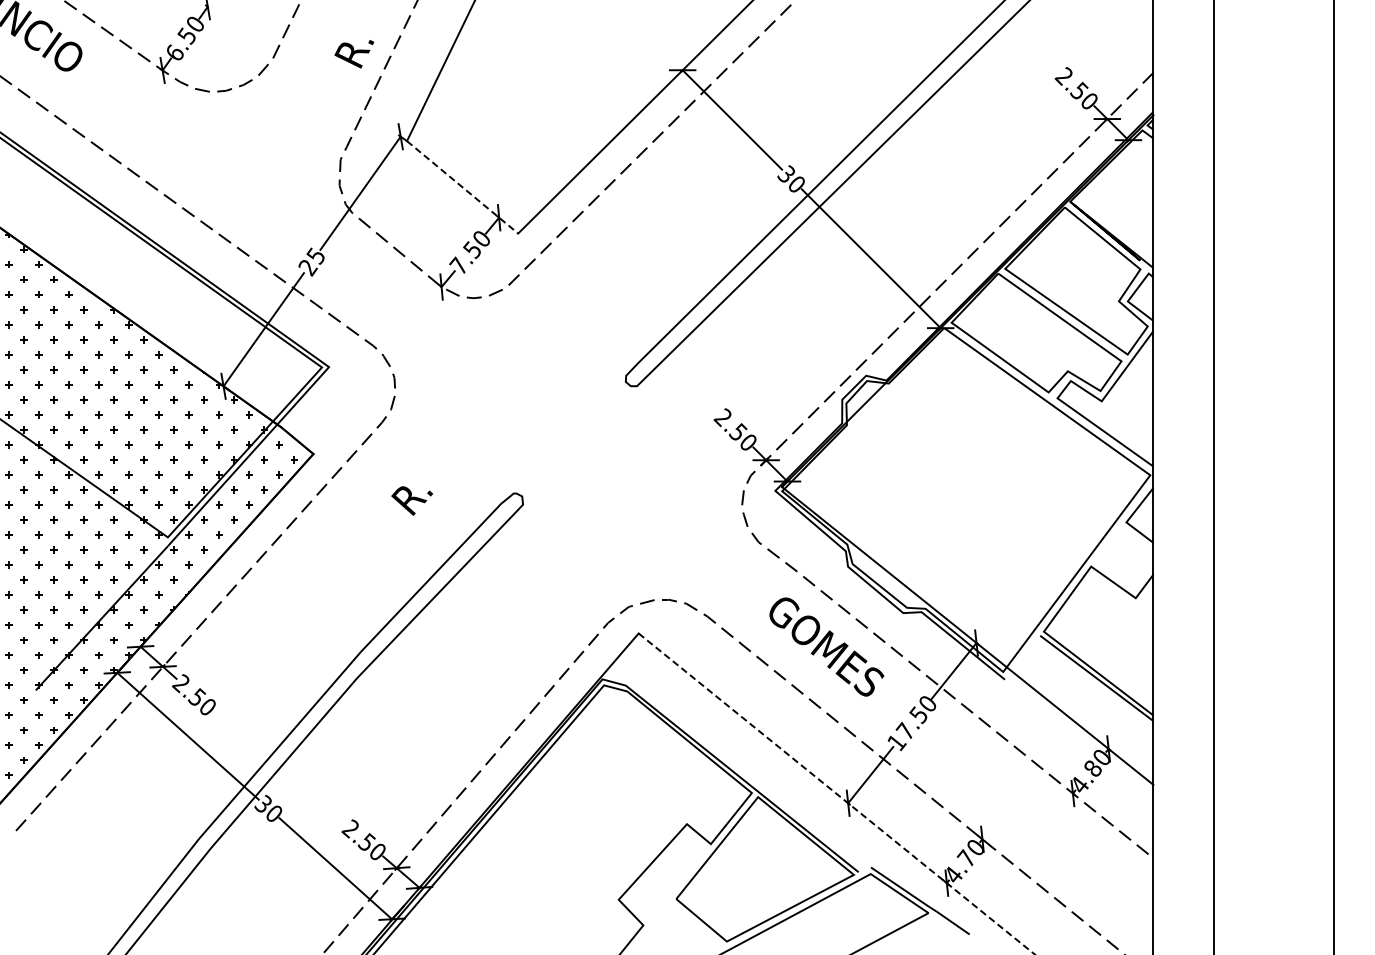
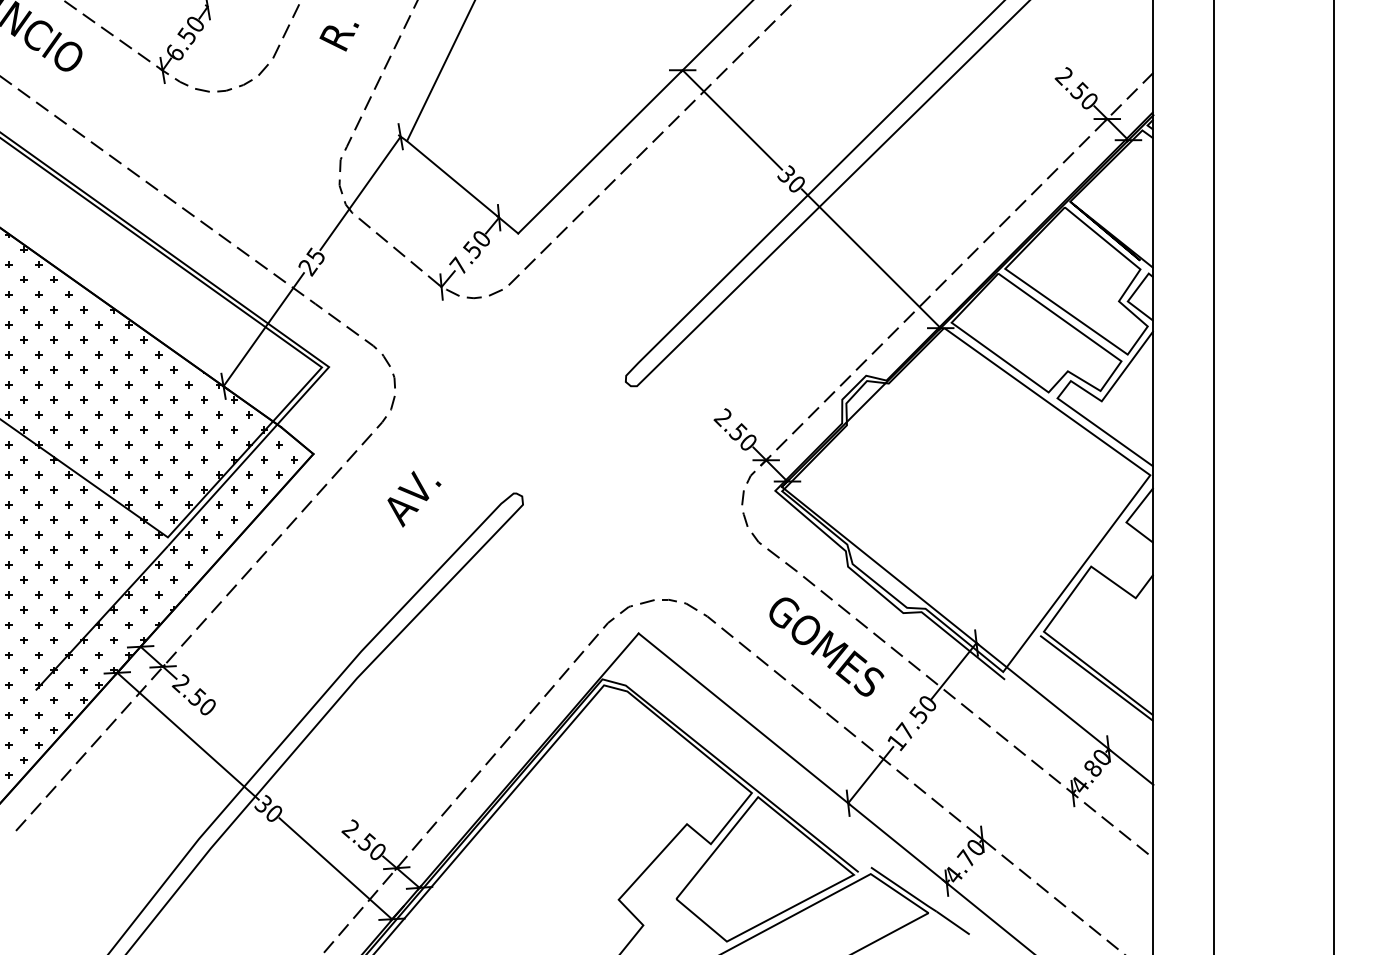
text at (354, 54) position: (354, 54) -> (339, 37)
line at (463, 187): dashed -> solid
text at (414, 498): R. -> AV.
line at (837, 794): dashed -> solid
